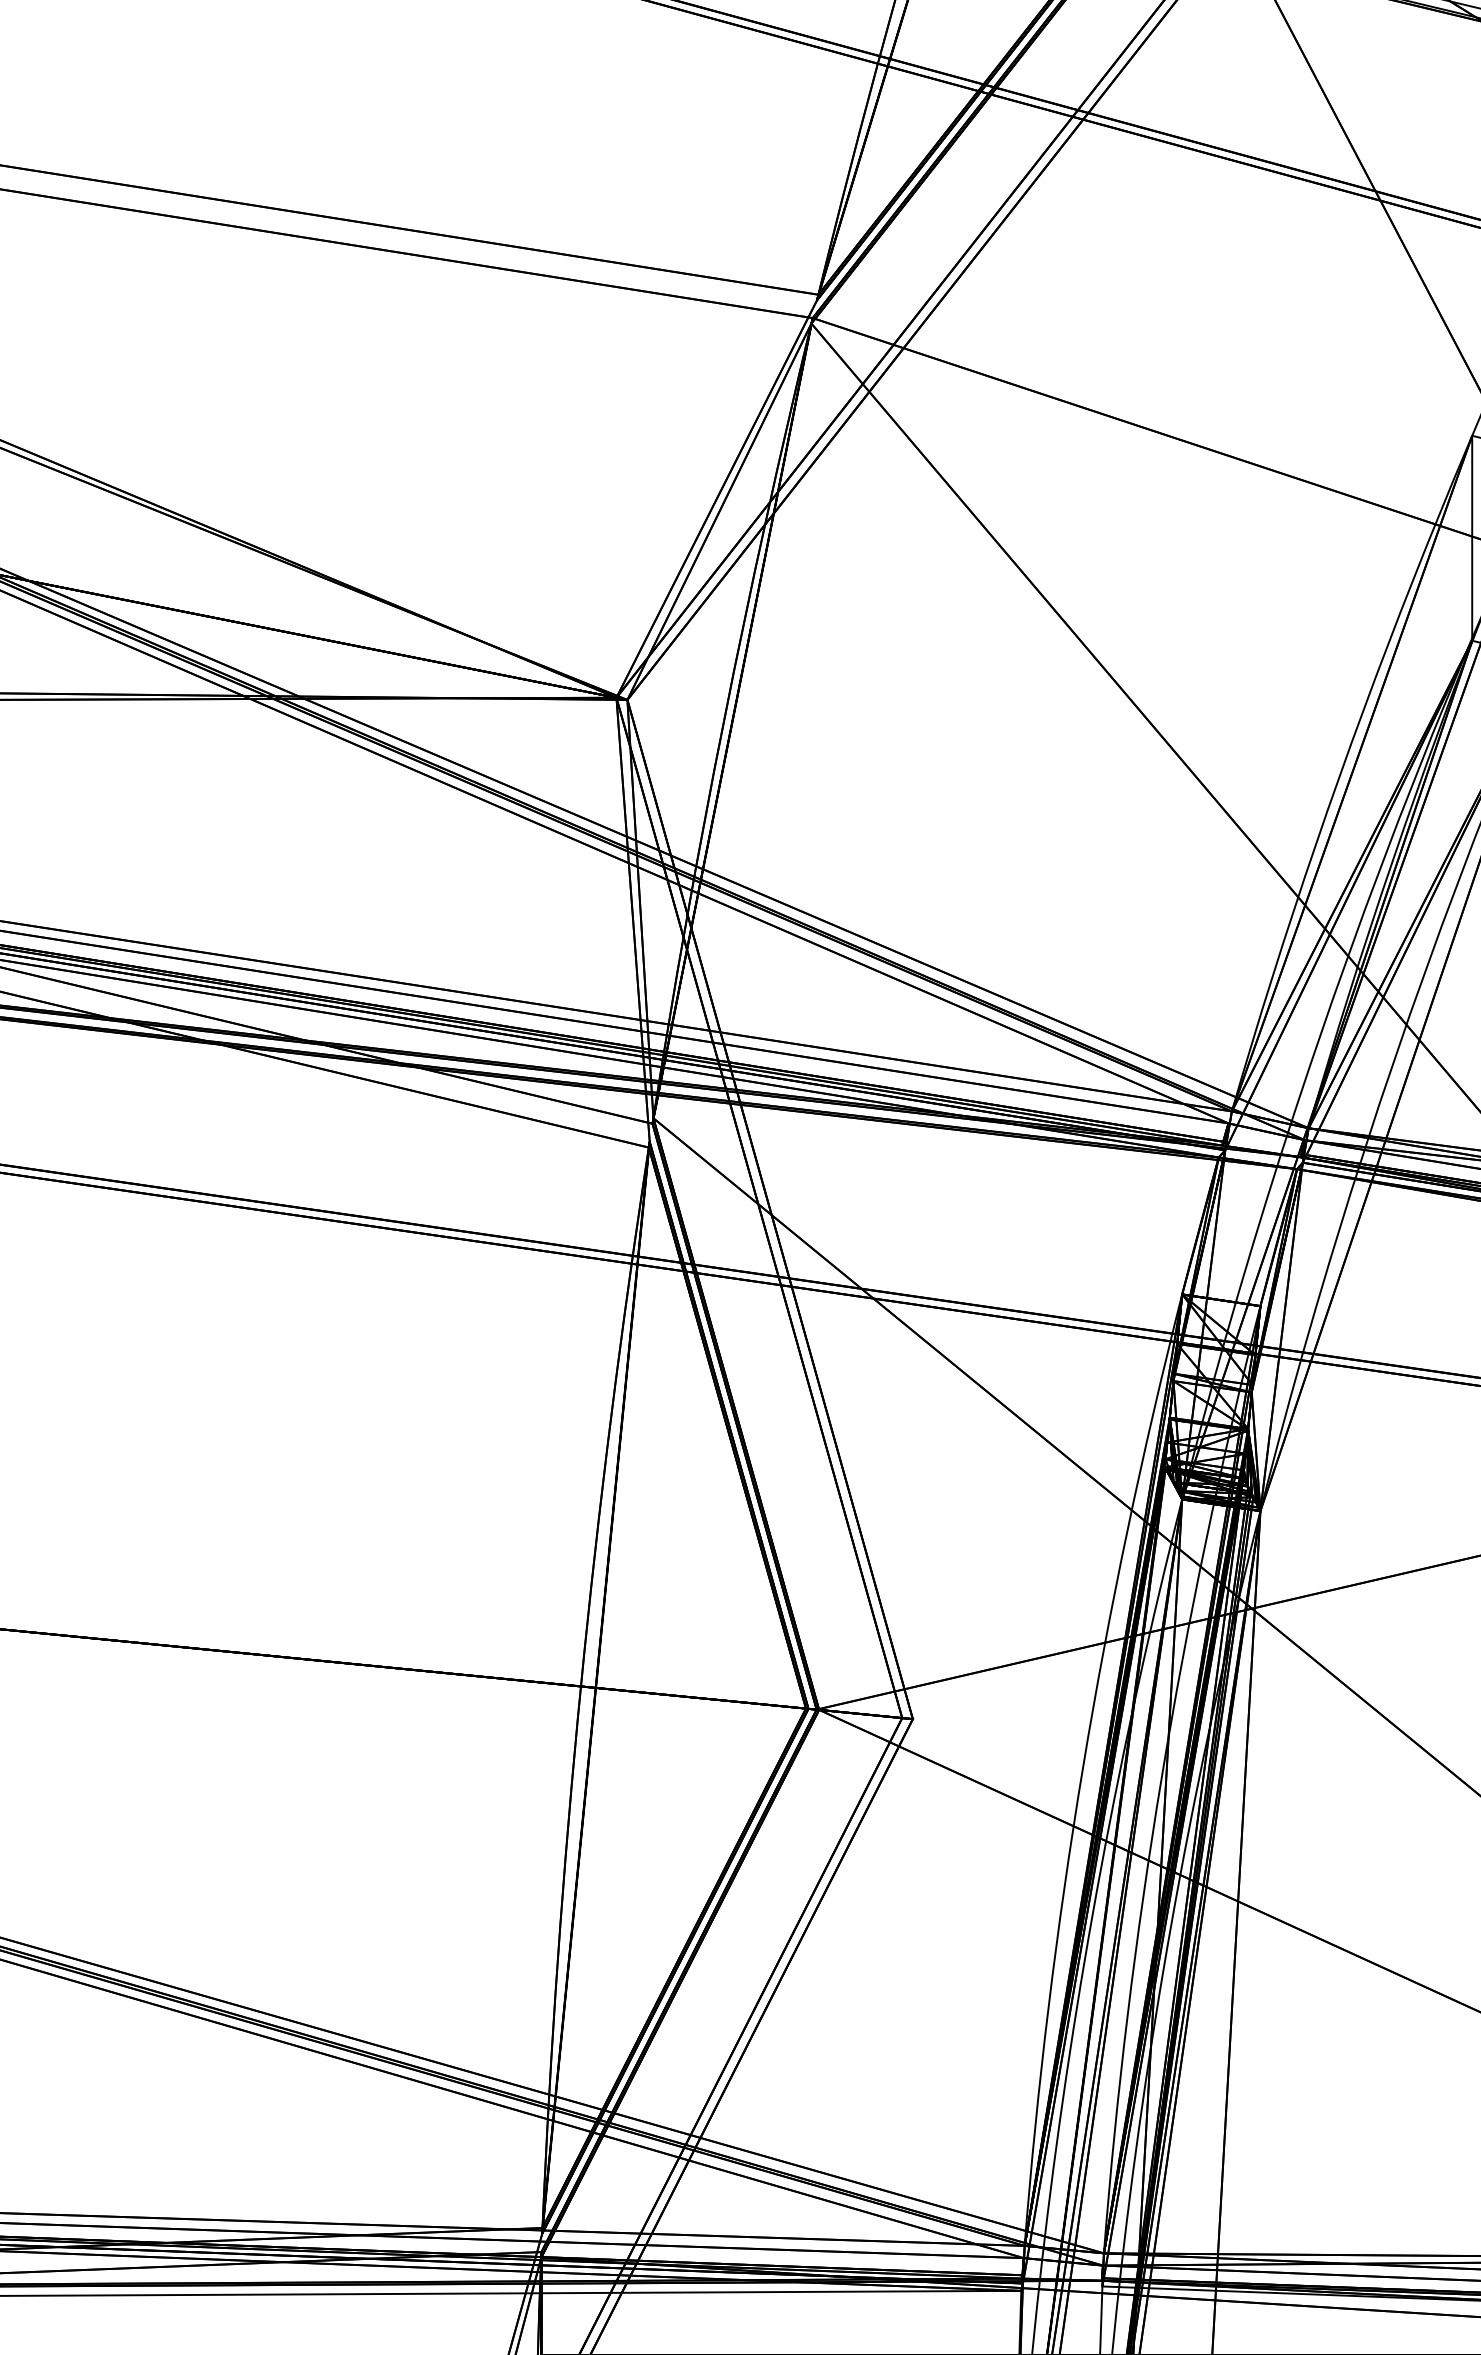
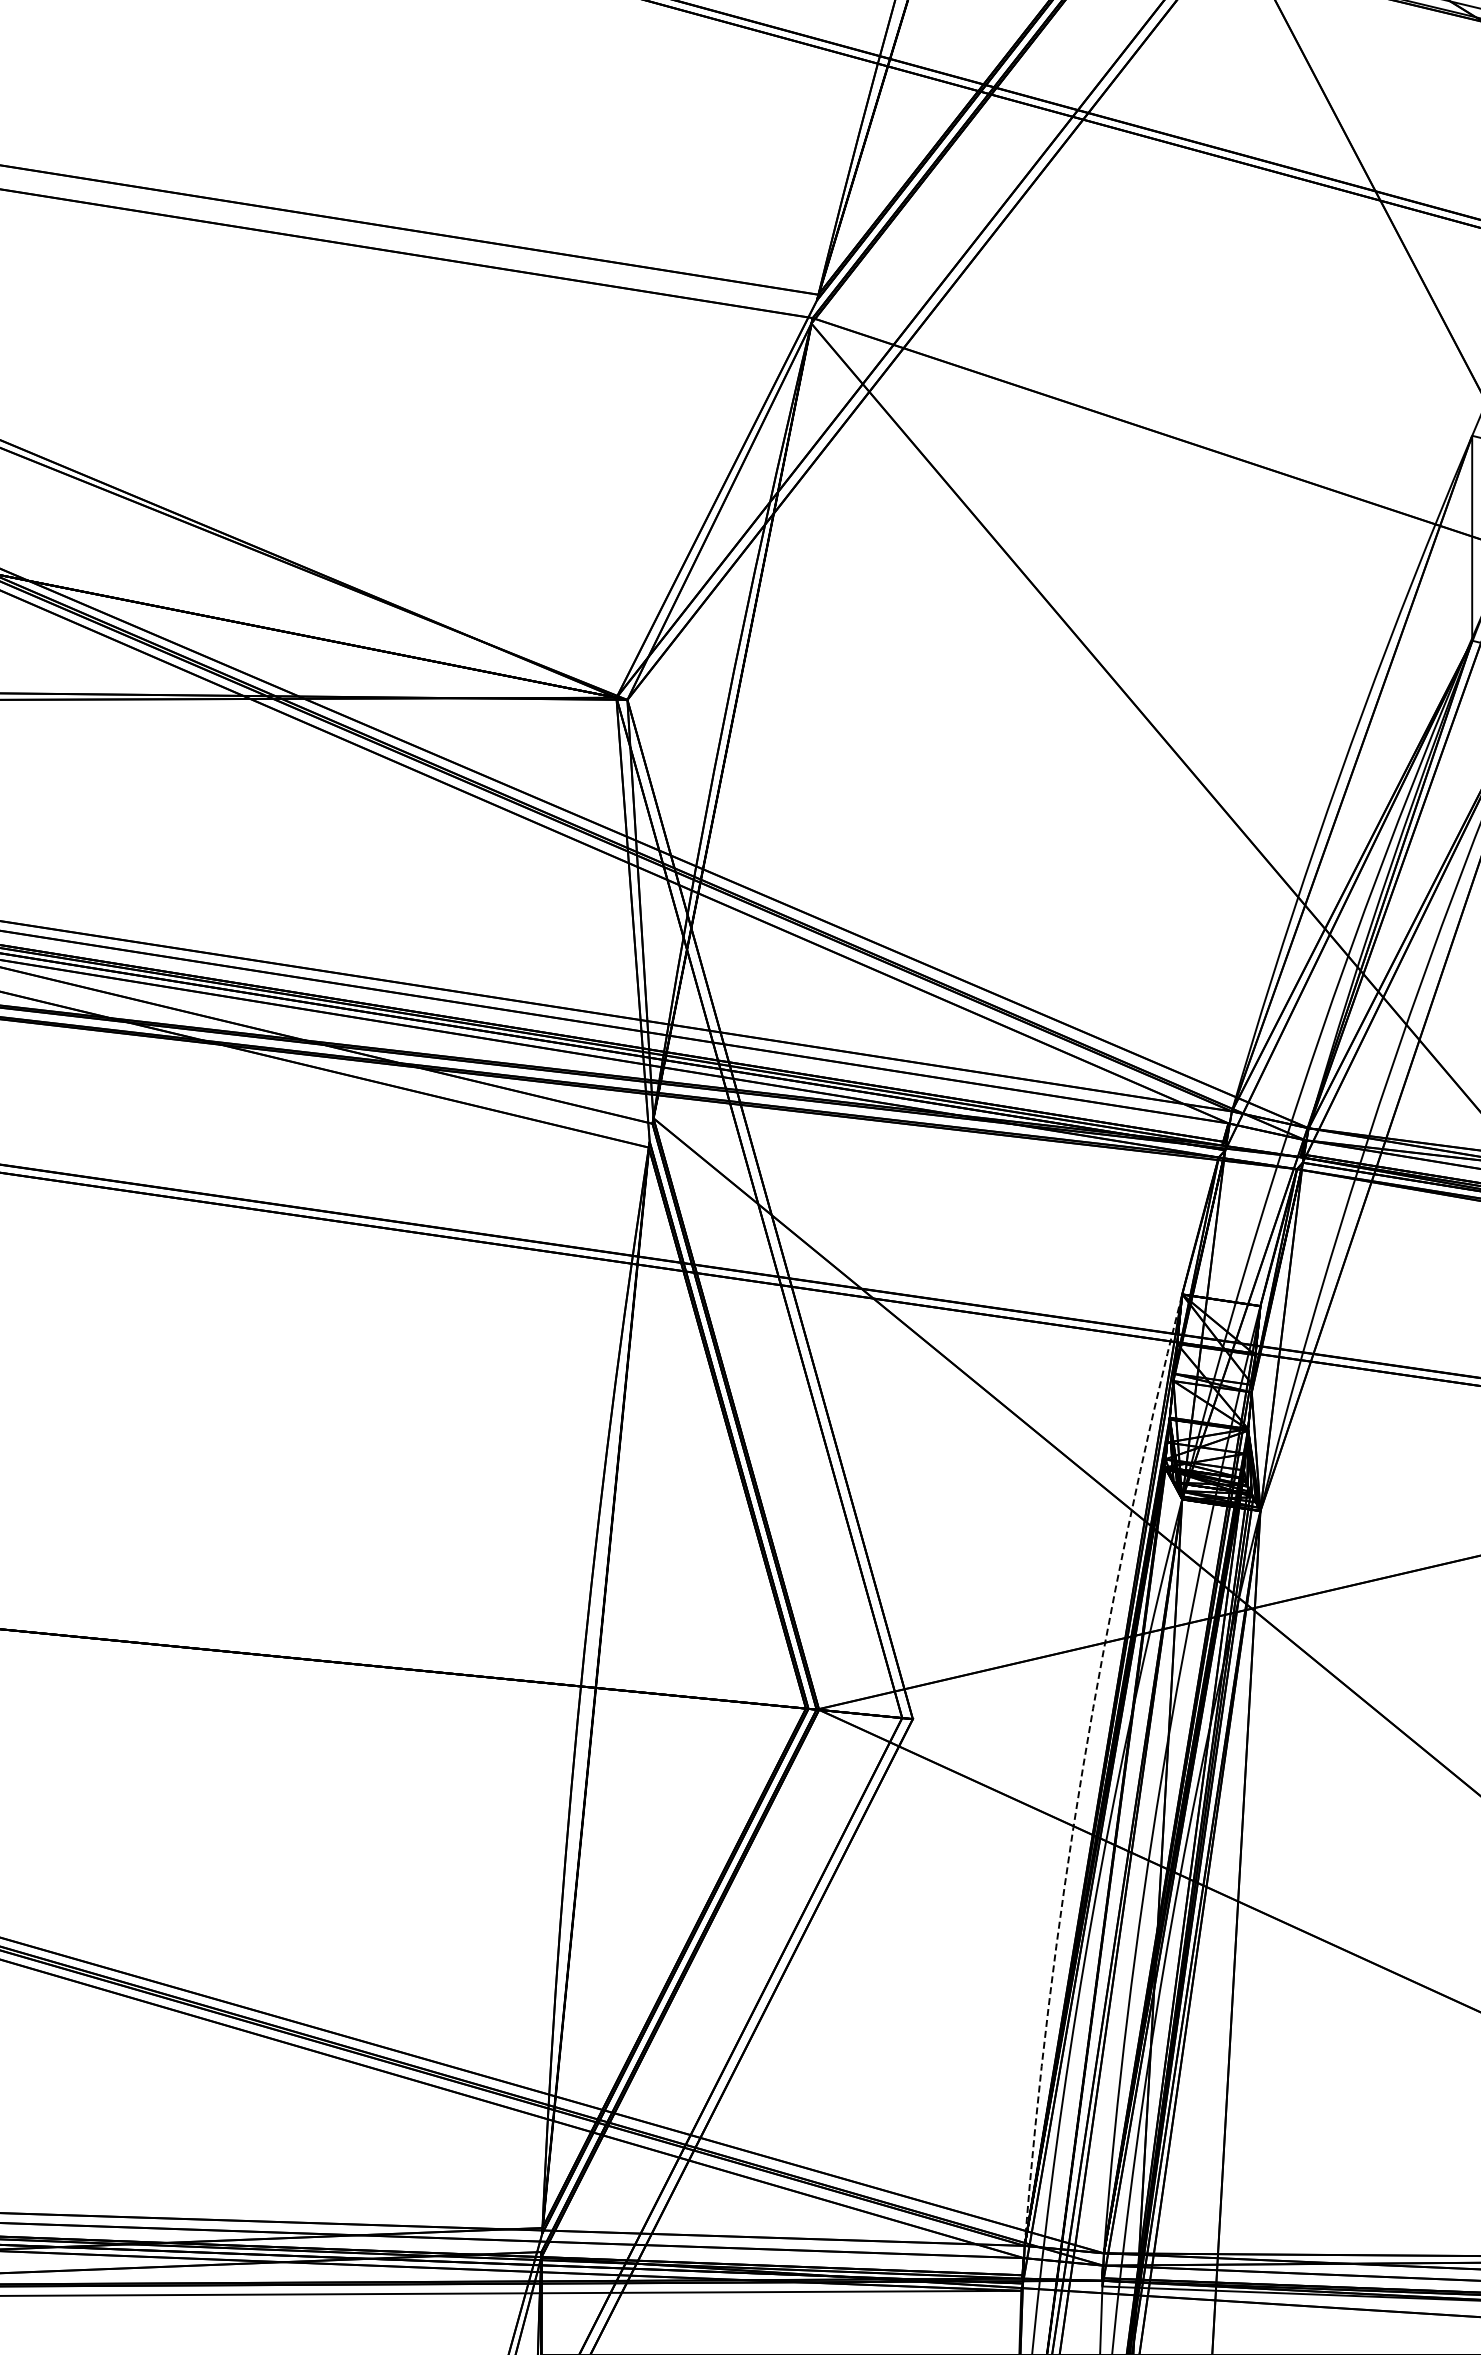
arc at (1082, 1768): solid -> dashed
